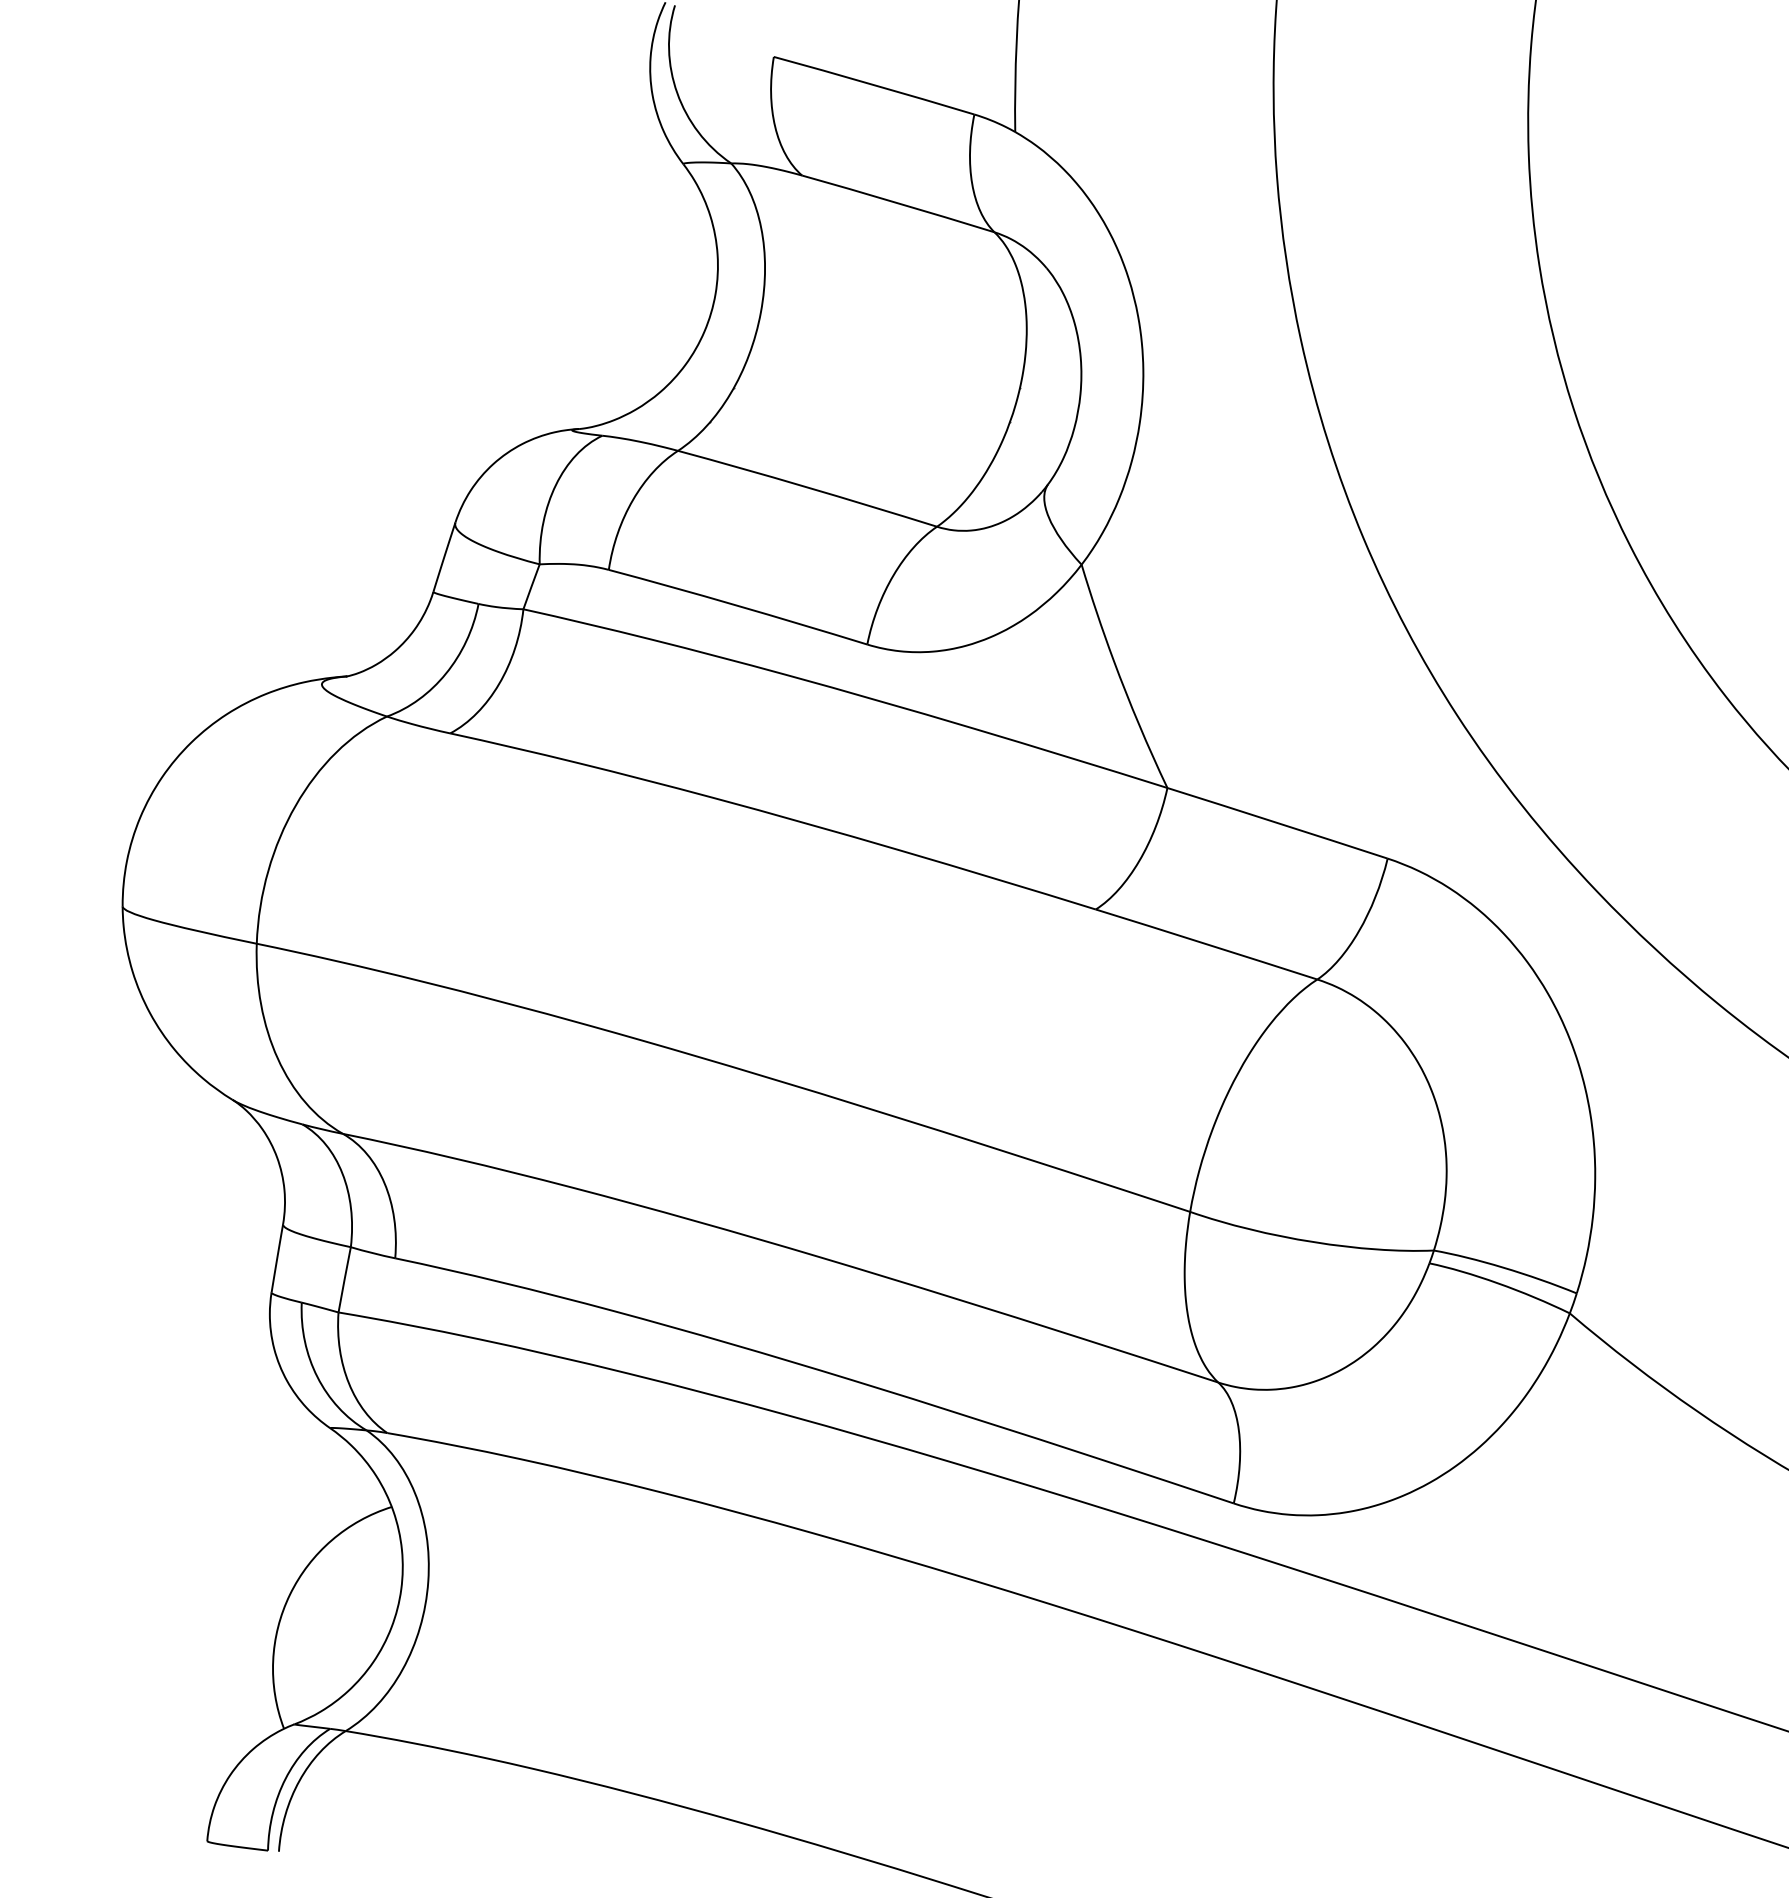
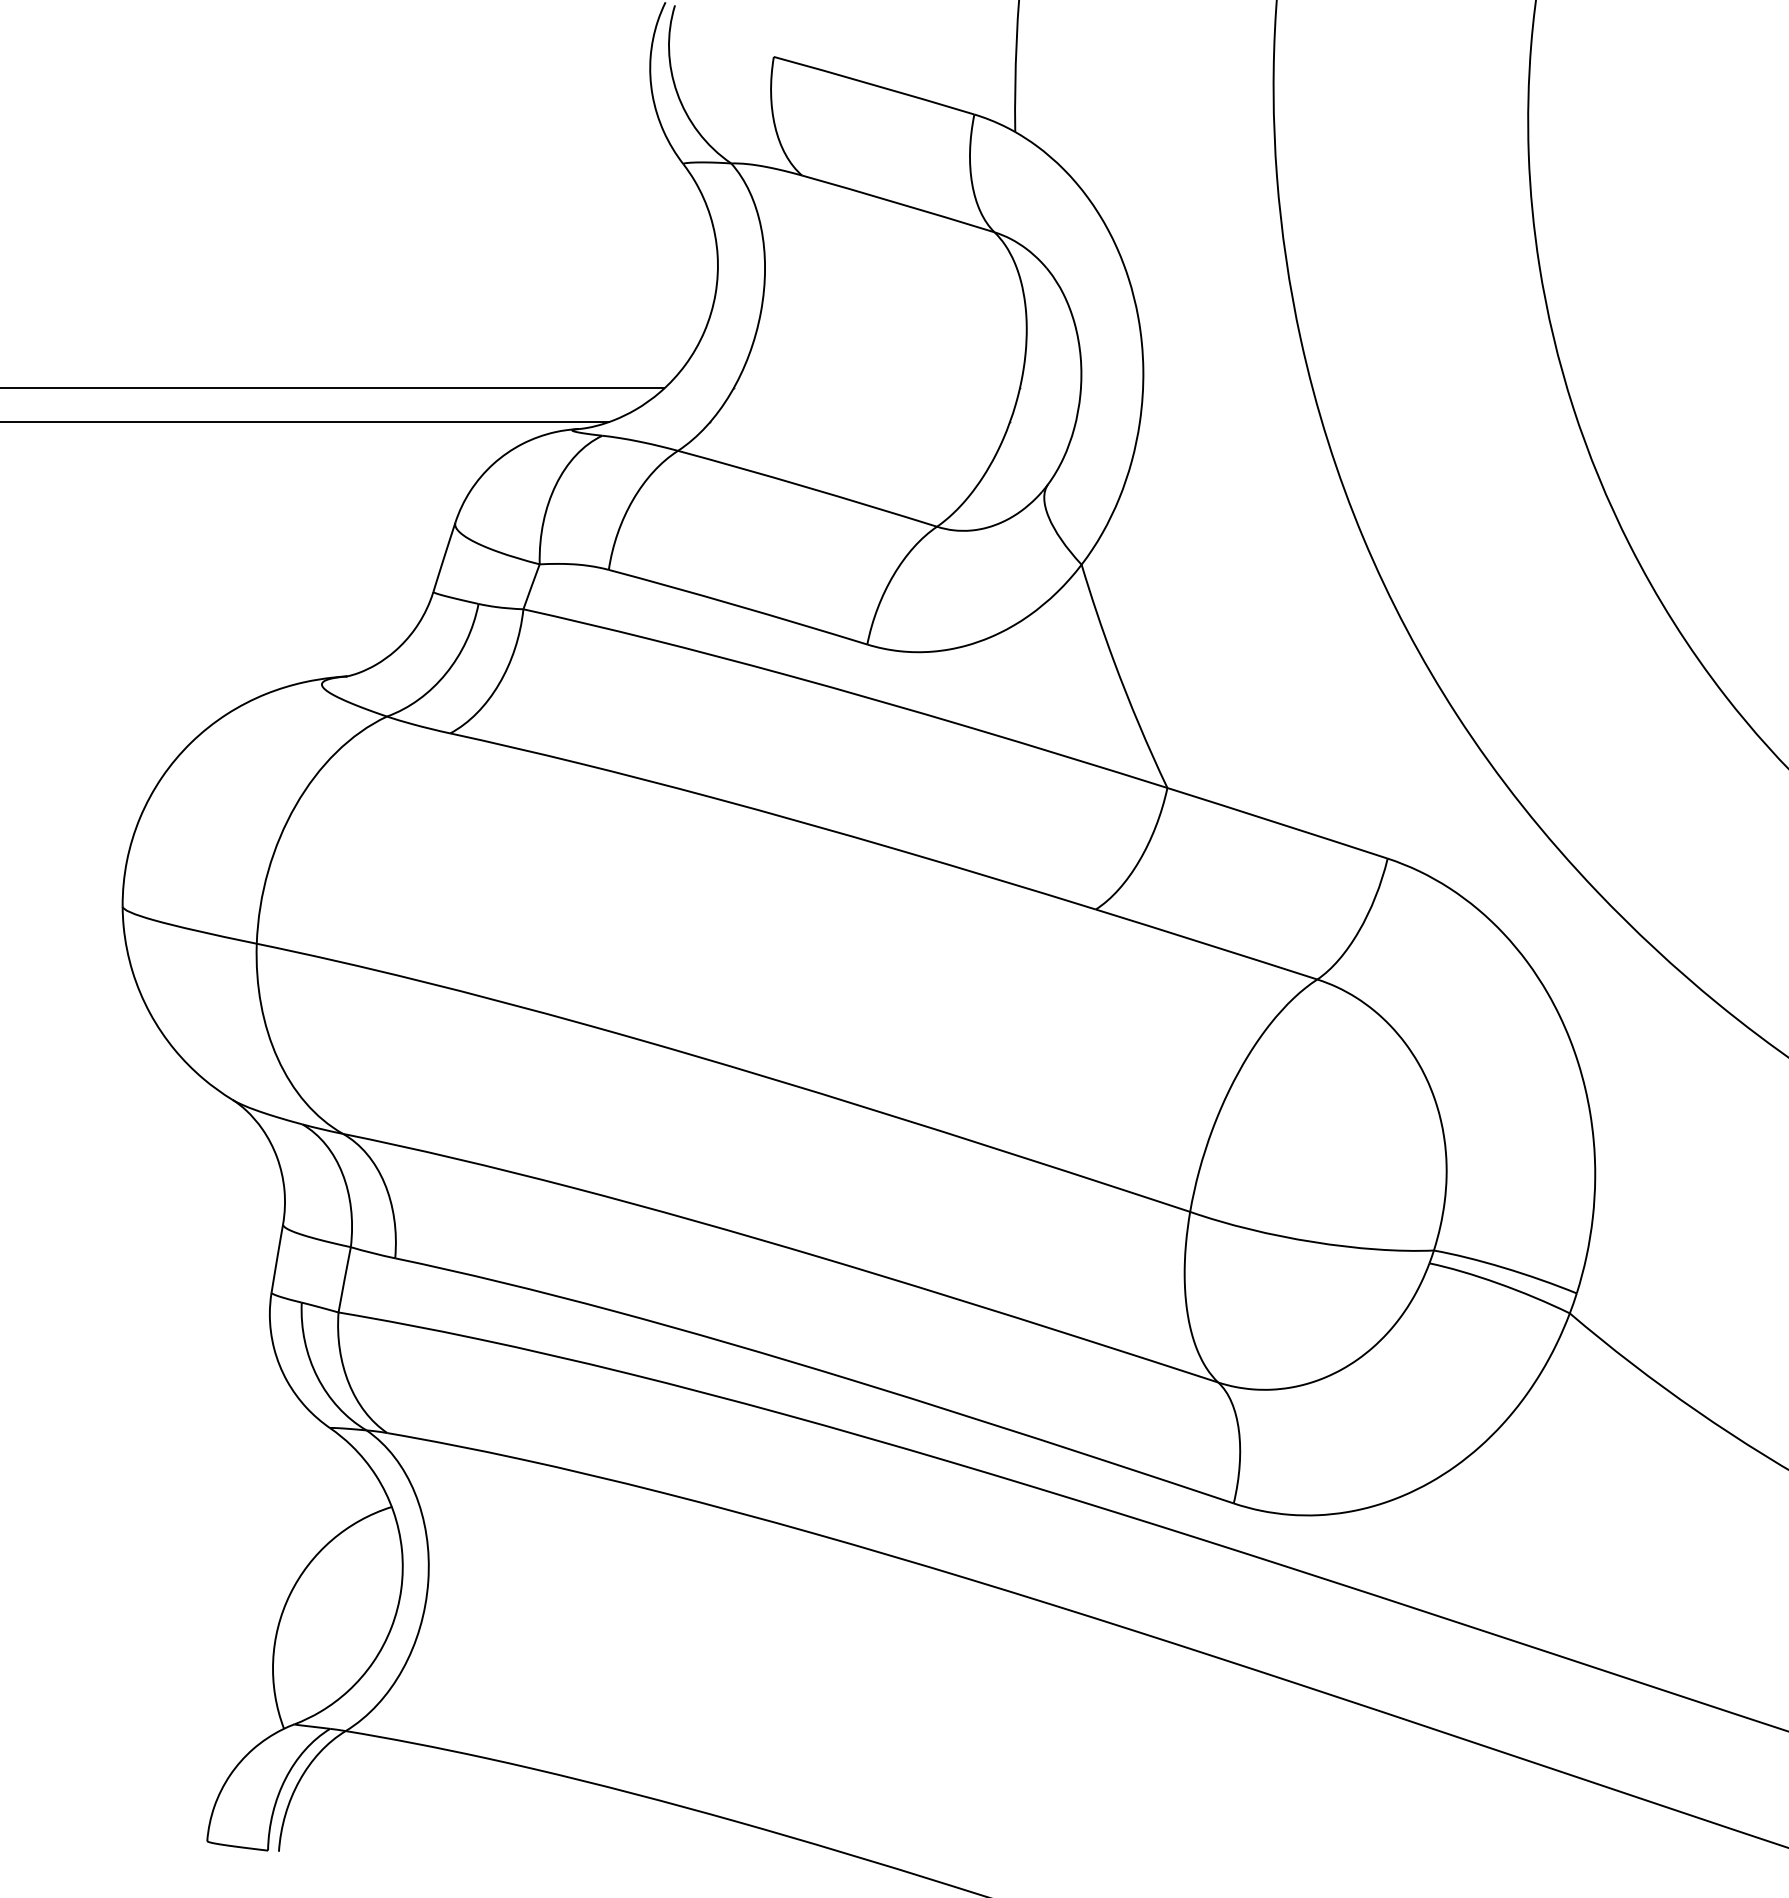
line at (333, 388): none -> present
line at (305, 422): none -> present
